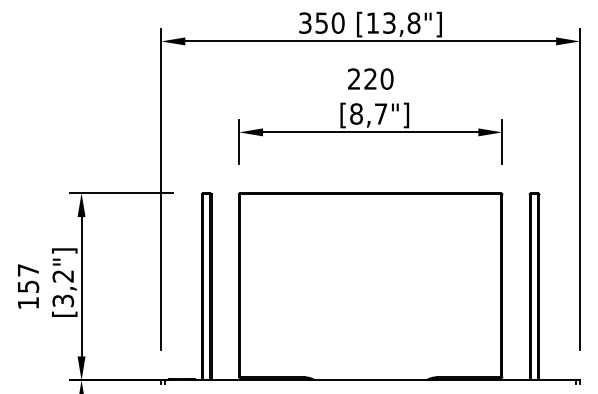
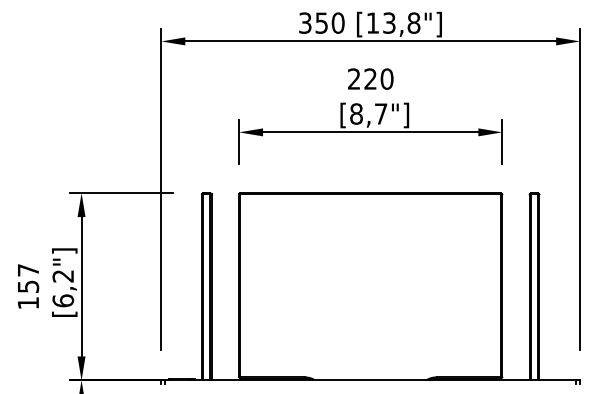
text at (63, 300): [3,2"] -> [6,2"]
